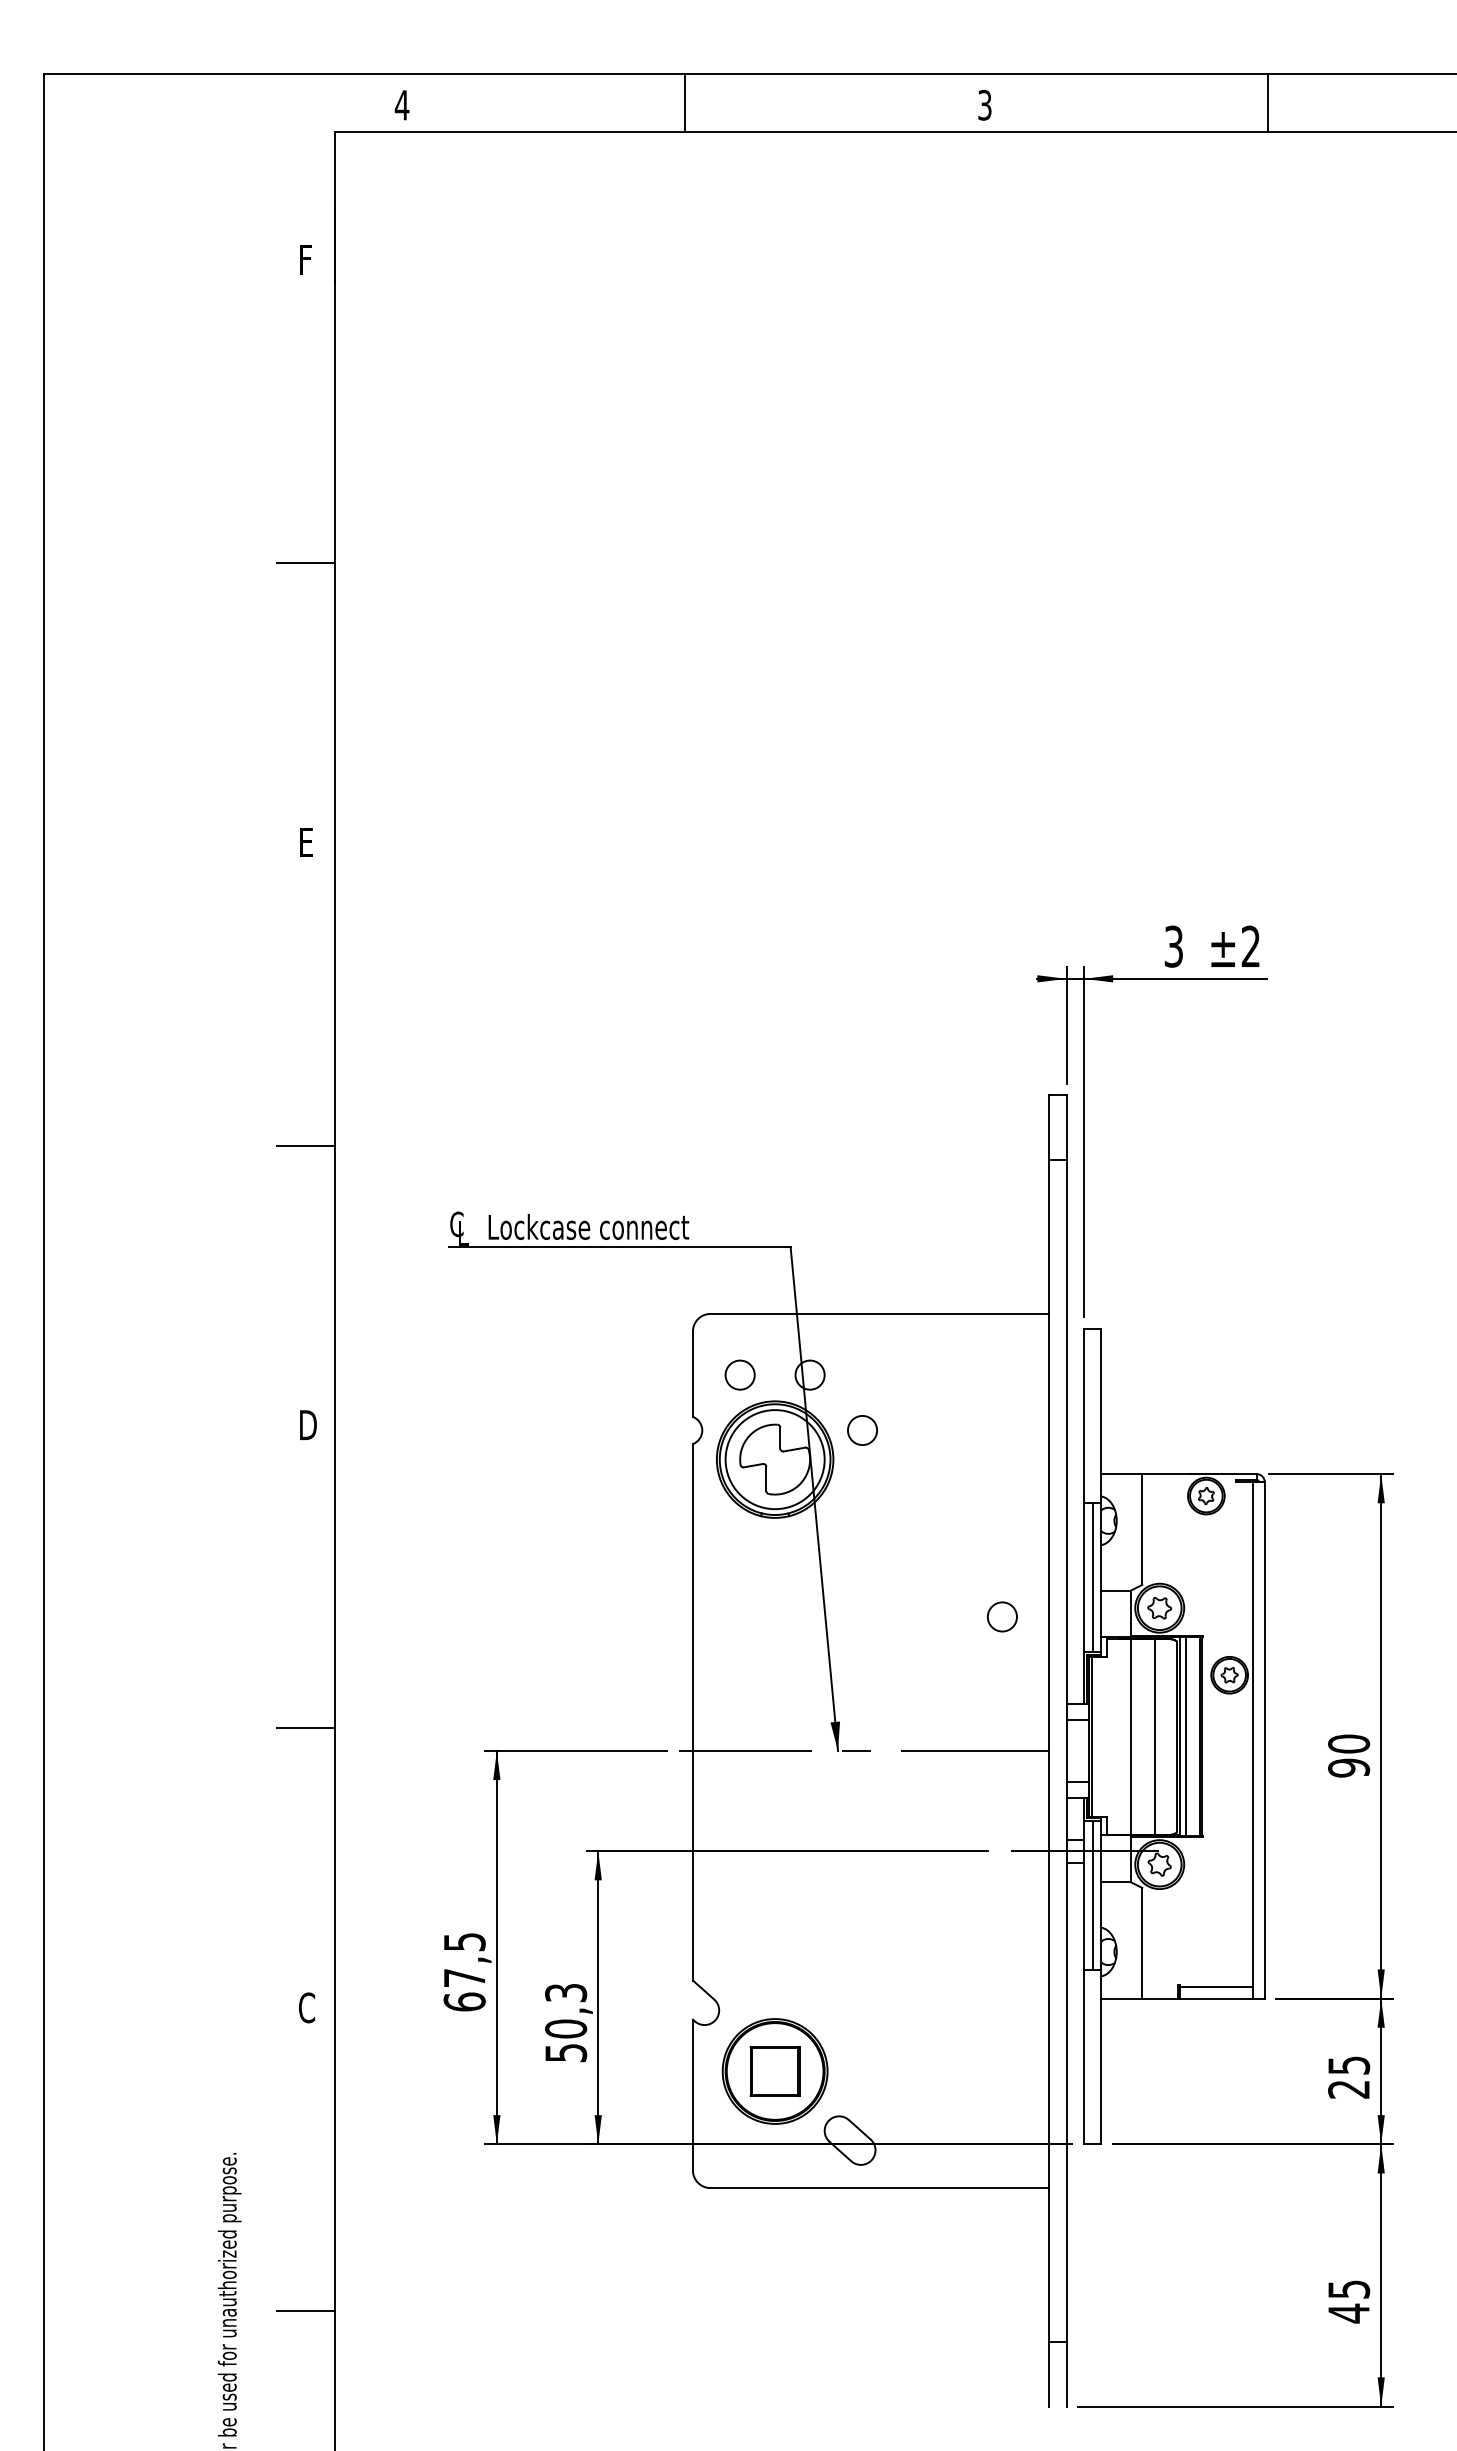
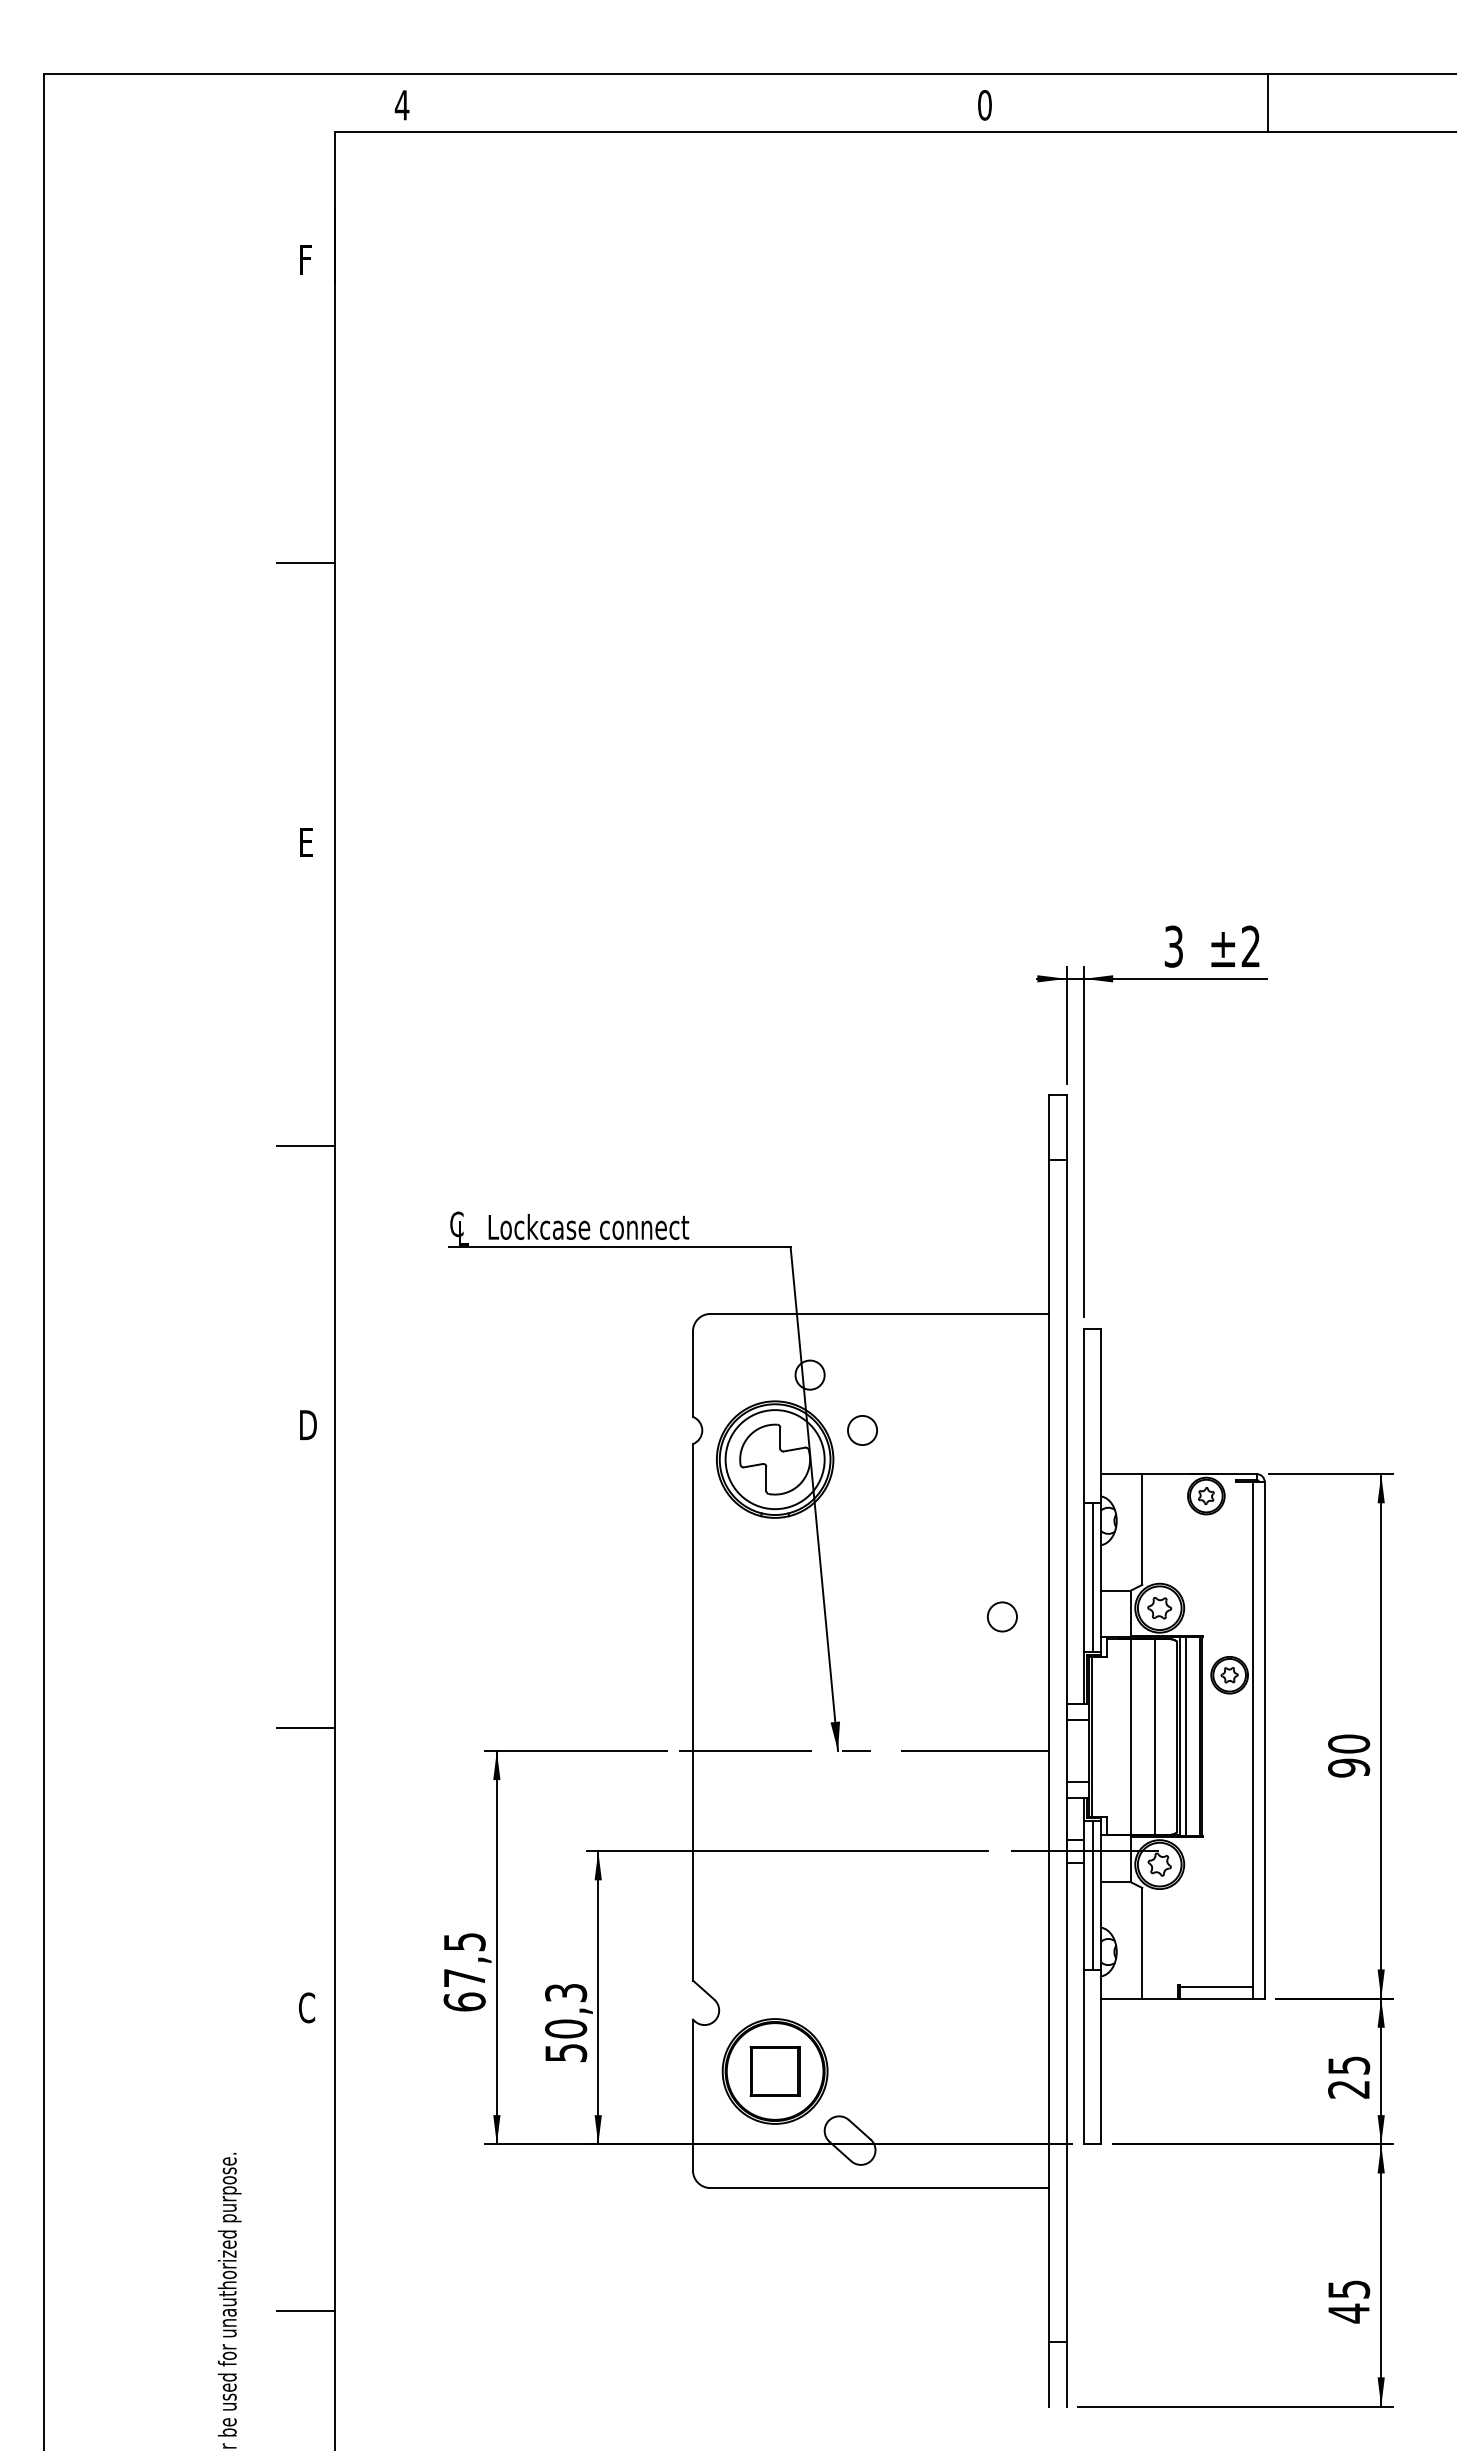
line at (684, 102): present -> none
text at (984, 104): 3 -> 0
circle at (739, 1374): present -> none
